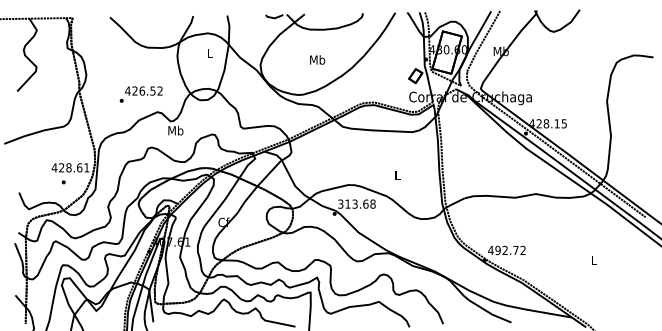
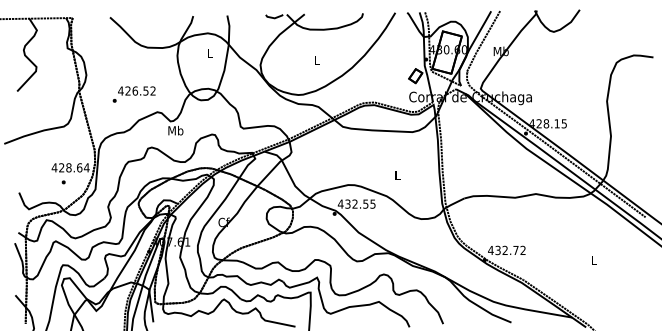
text at (317, 59): Mb -> L
text at (140, 94) position: (140, 94) -> (133, 94)
text at (86, 167): 428.61 -> 428.64
text at (356, 203): 313.68 -> 432.55
text at (497, 250): 492.72 -> 432.72
